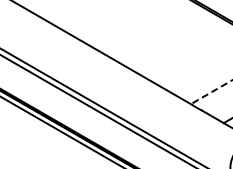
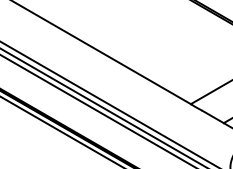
line at (211, 92): dashed -> solid
line at (108, 103): none -> present
